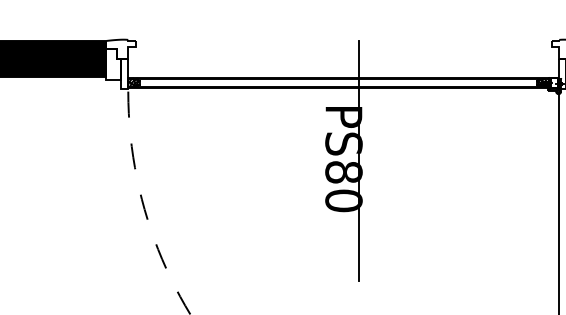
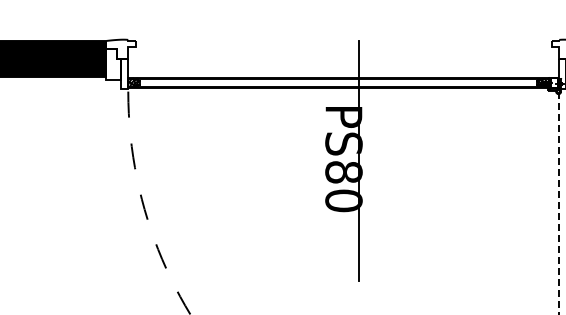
line at (558, 203): solid -> dashed
